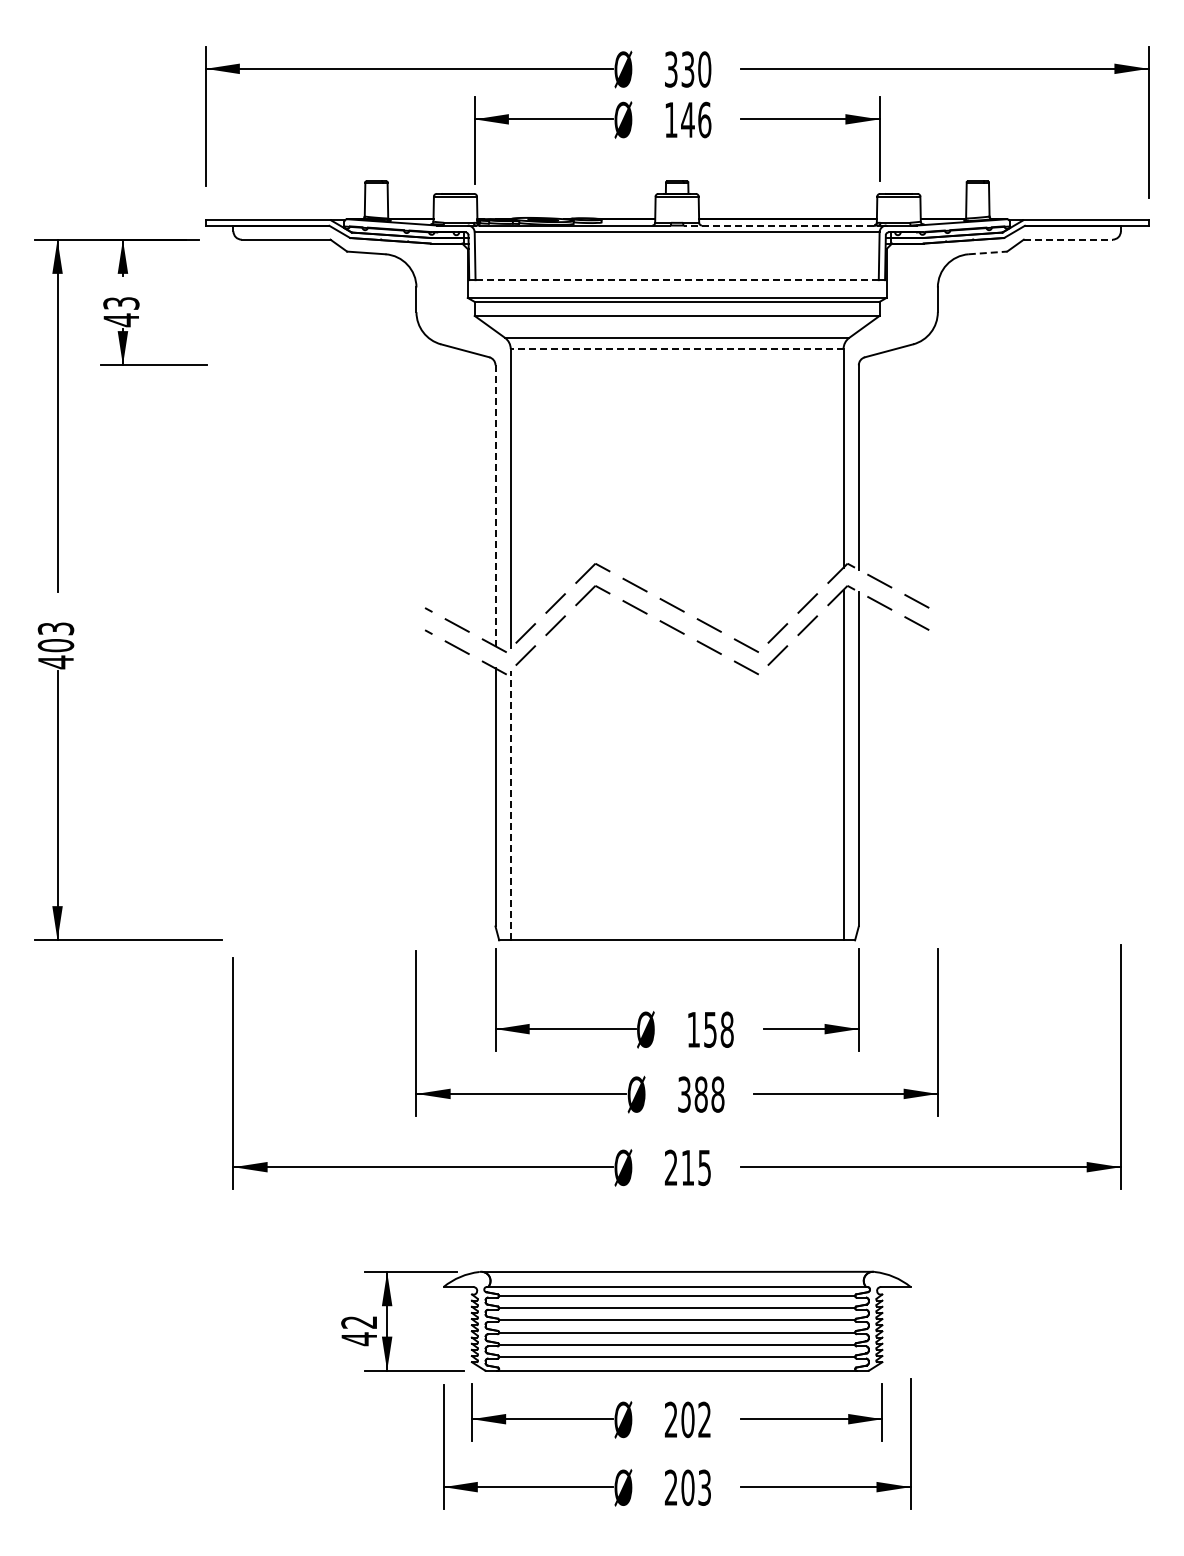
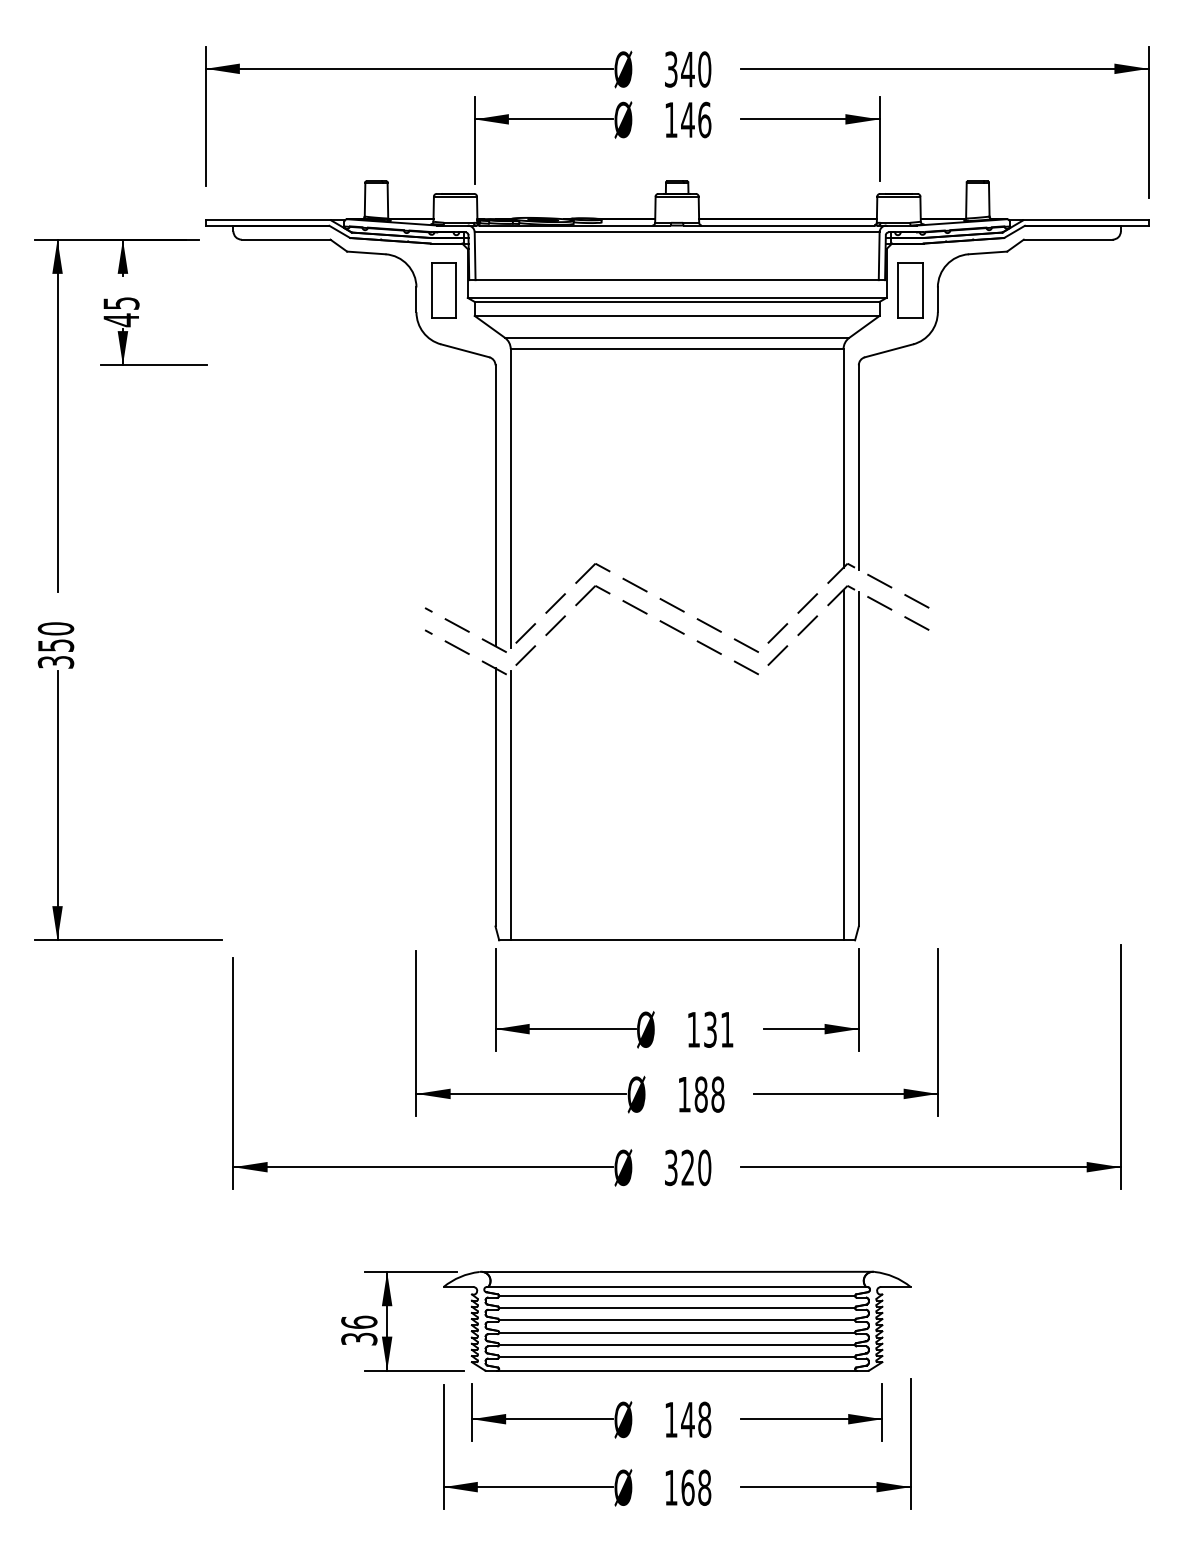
text at (687, 69): 330 -> 340
line at (778, 225): dashed -> solid
line at (1068, 239): dashed -> solid
line at (988, 252): dashed -> solid
line at (677, 280): dashed -> solid
part at (443, 290): none -> present
part at (910, 290): none -> present
text at (120, 303): 43 -> 45
line at (676, 349): dashed -> solid
line at (495, 506): dashed -> solid
text at (55, 645): 403 -> 350
line at (510, 805): dashed -> solid
text at (718, 1029): 158 -> 131
text at (684, 1094): 388 -> 188
text at (687, 1167): 215 -> 320
text at (359, 1330): 42 -> 36
text at (687, 1419): 202 -> 148
text at (687, 1487): 203 -> 168
